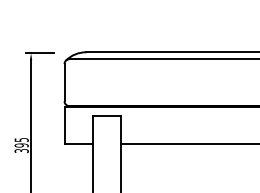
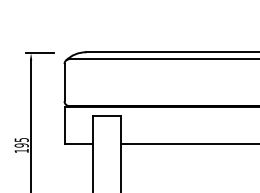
text at (21, 151): 395 -> 195
